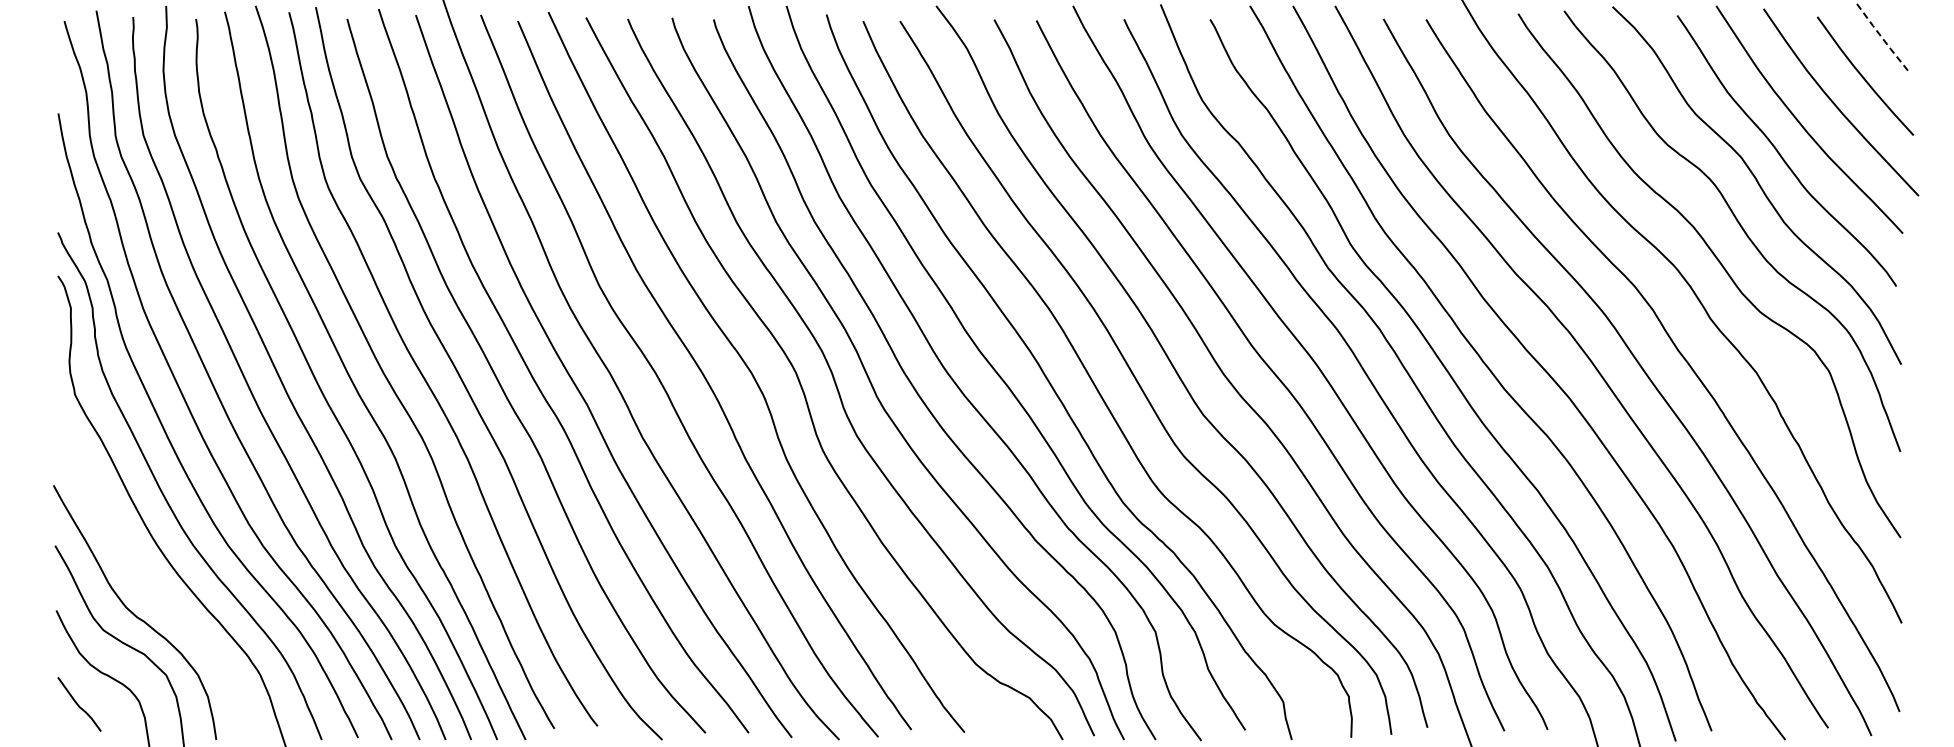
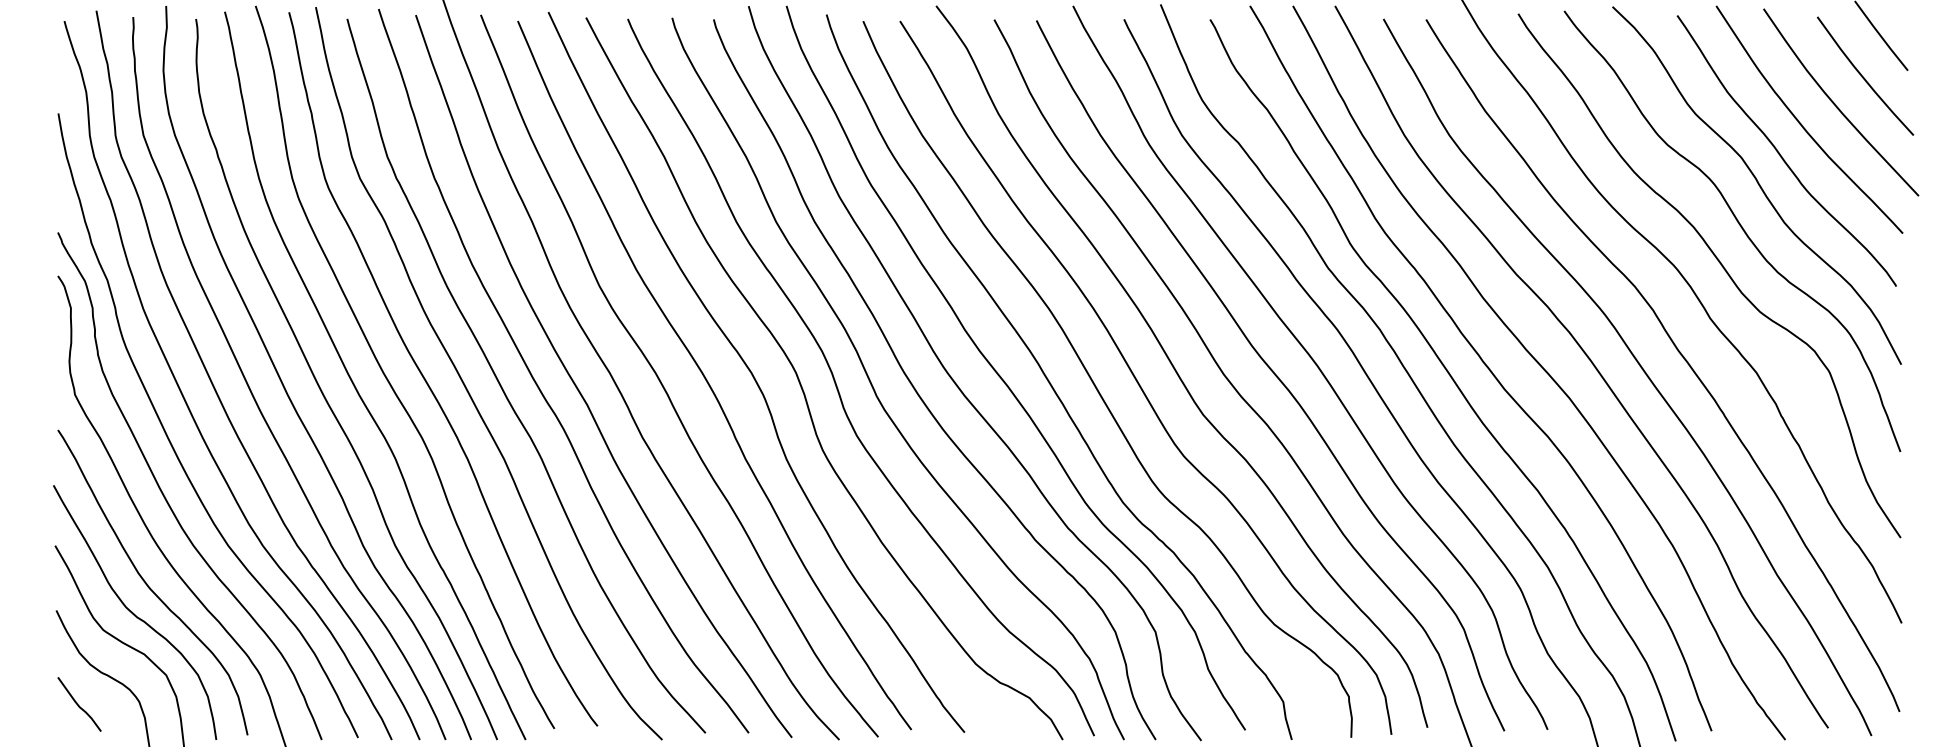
line at (1880, 36): dashed -> solid
curve at (148, 585): none -> present
